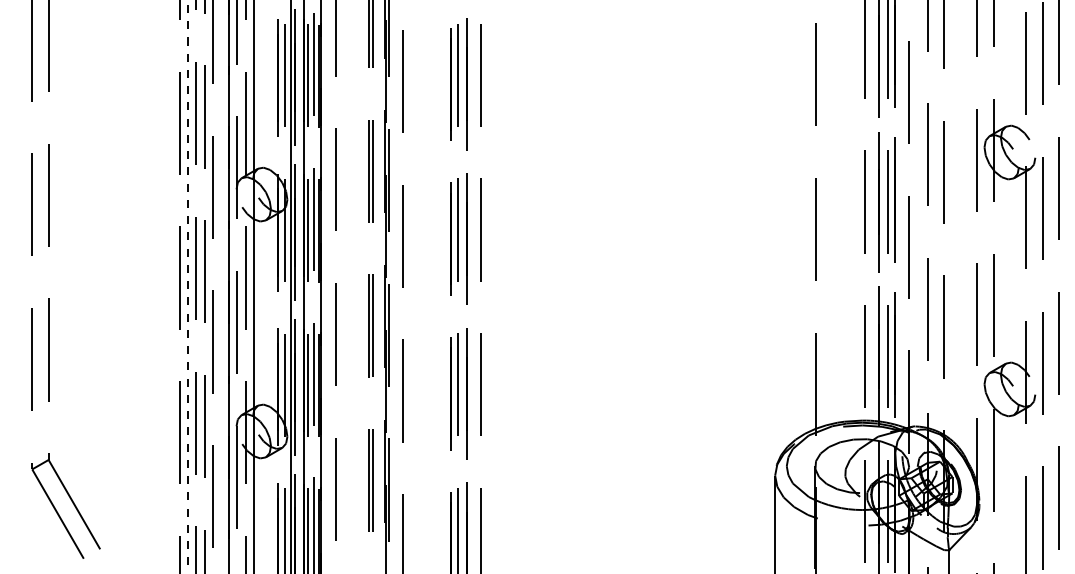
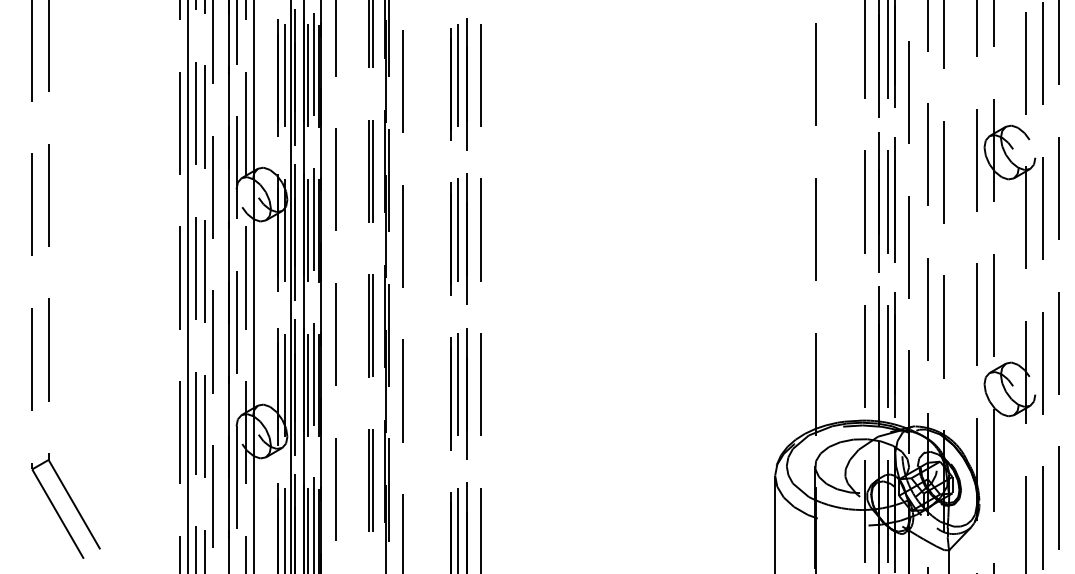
line at (188, 285): dashed -> solid
